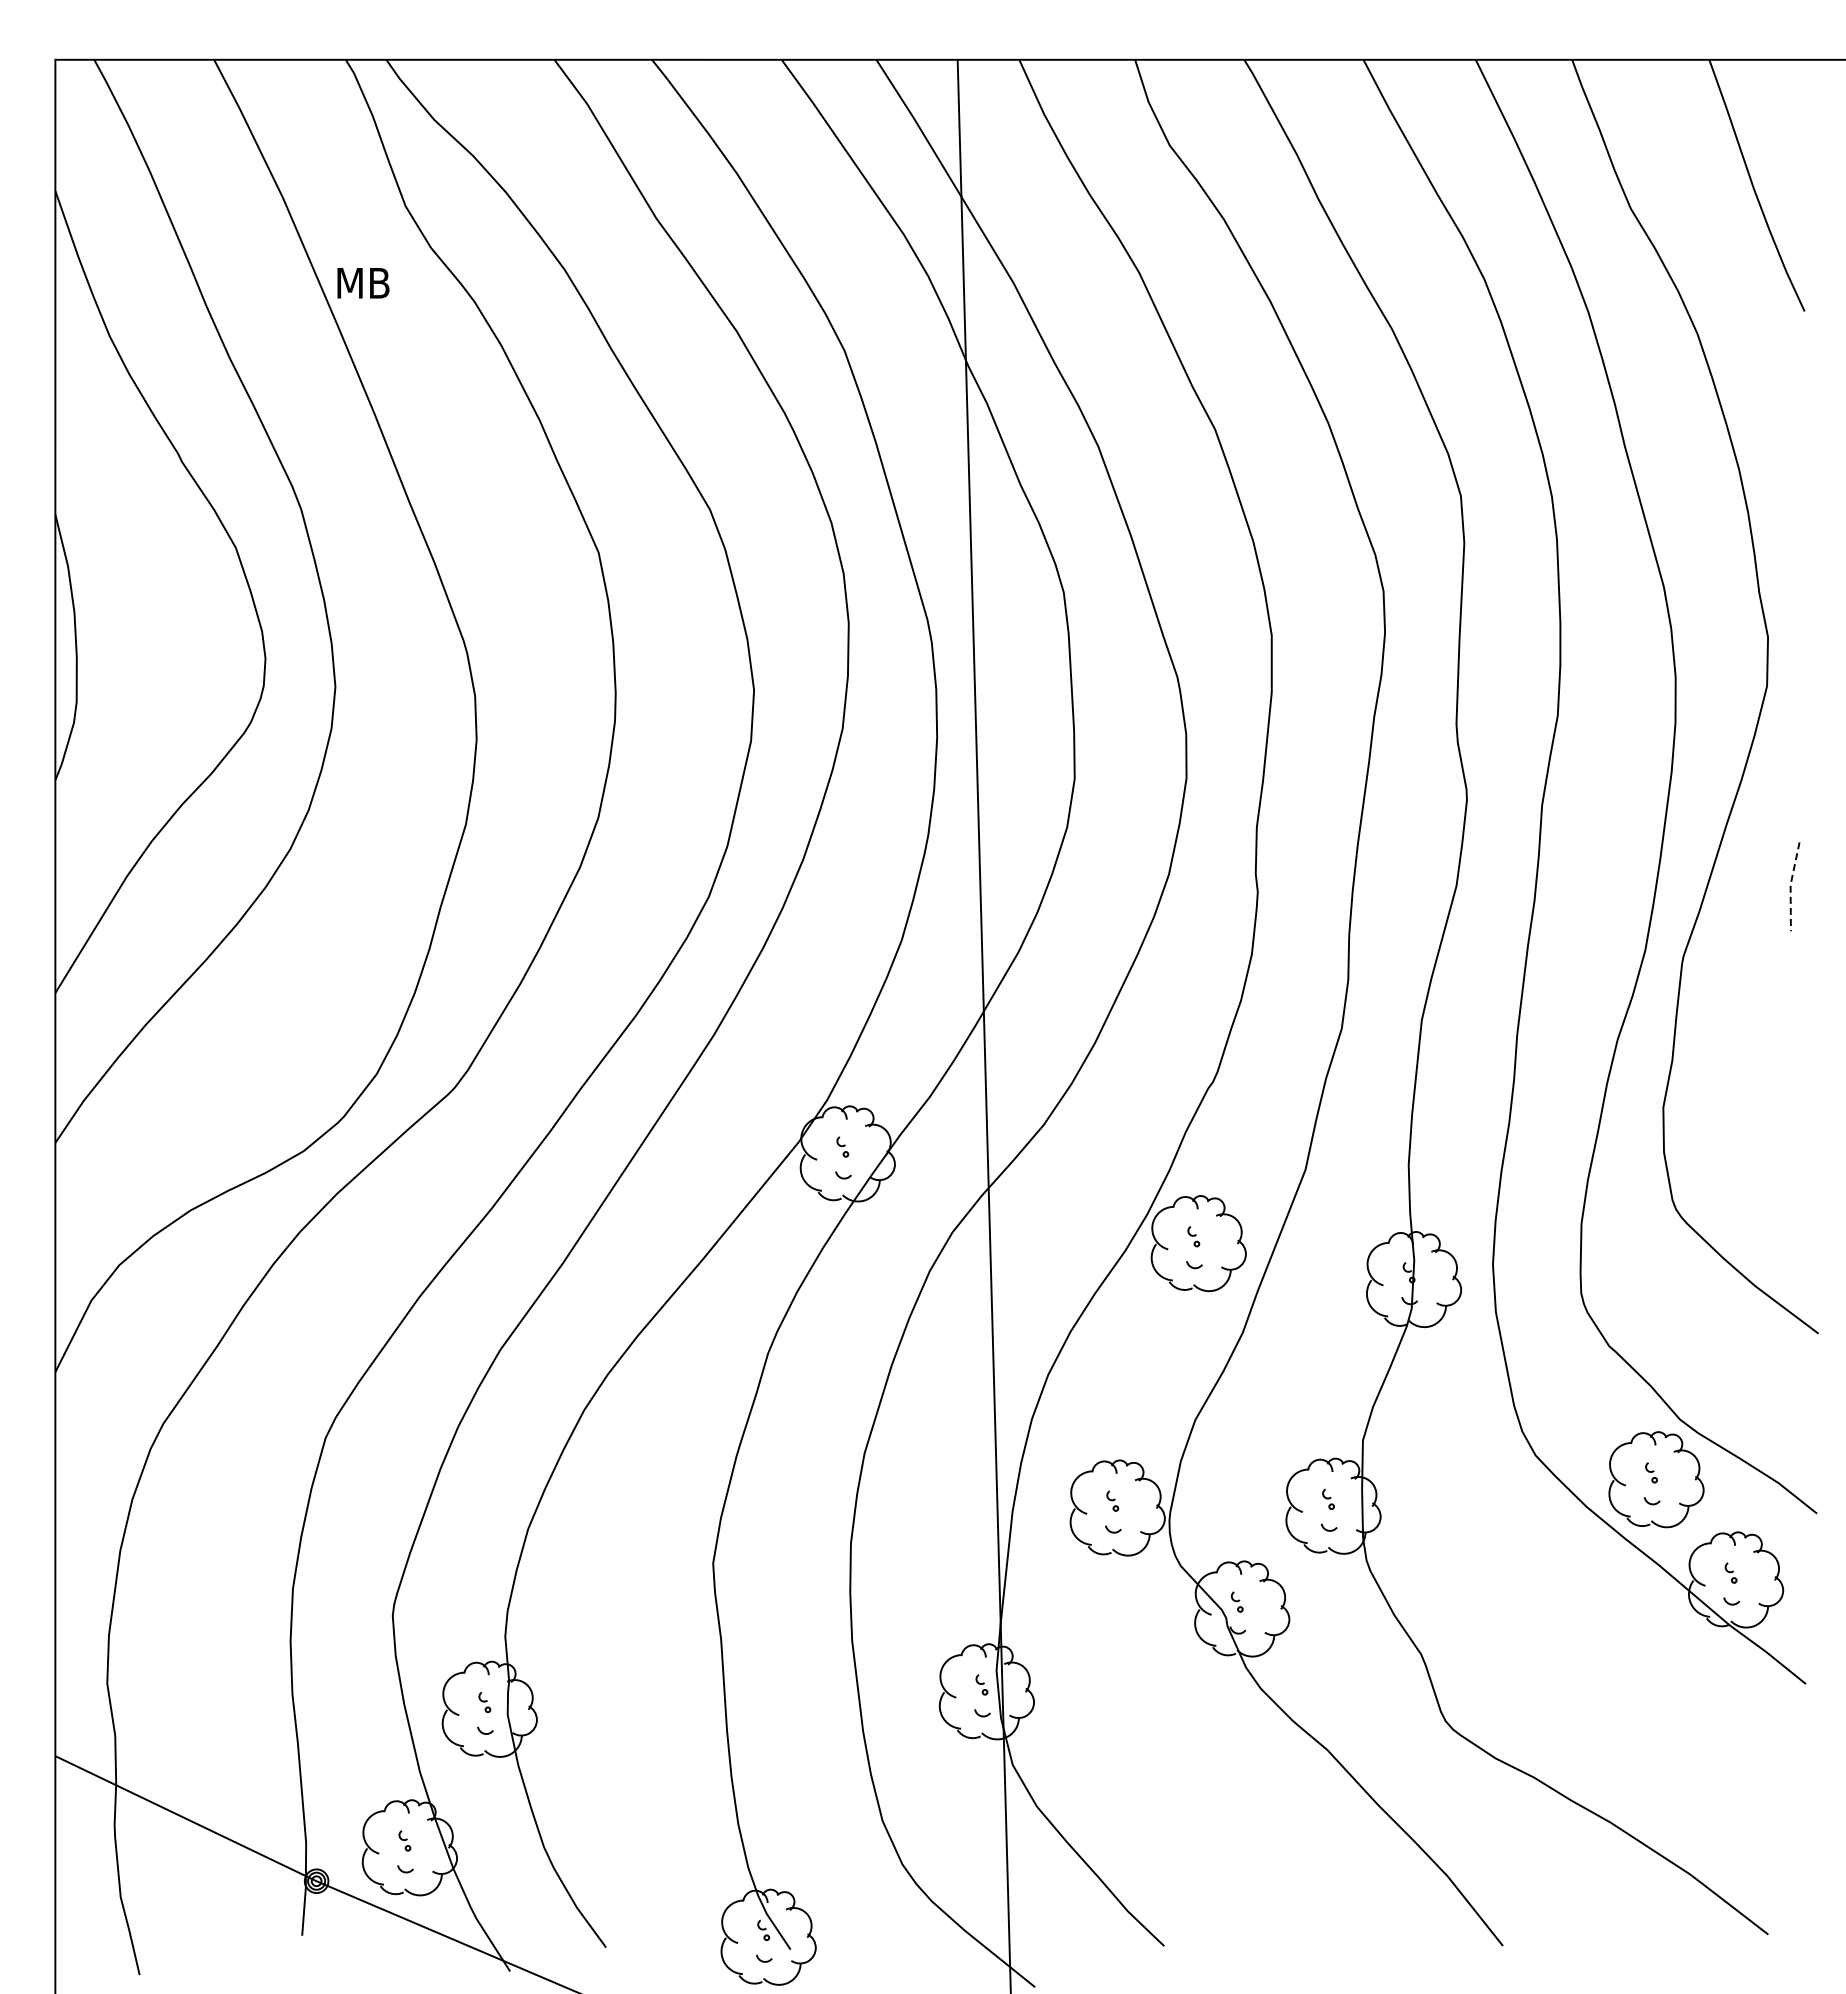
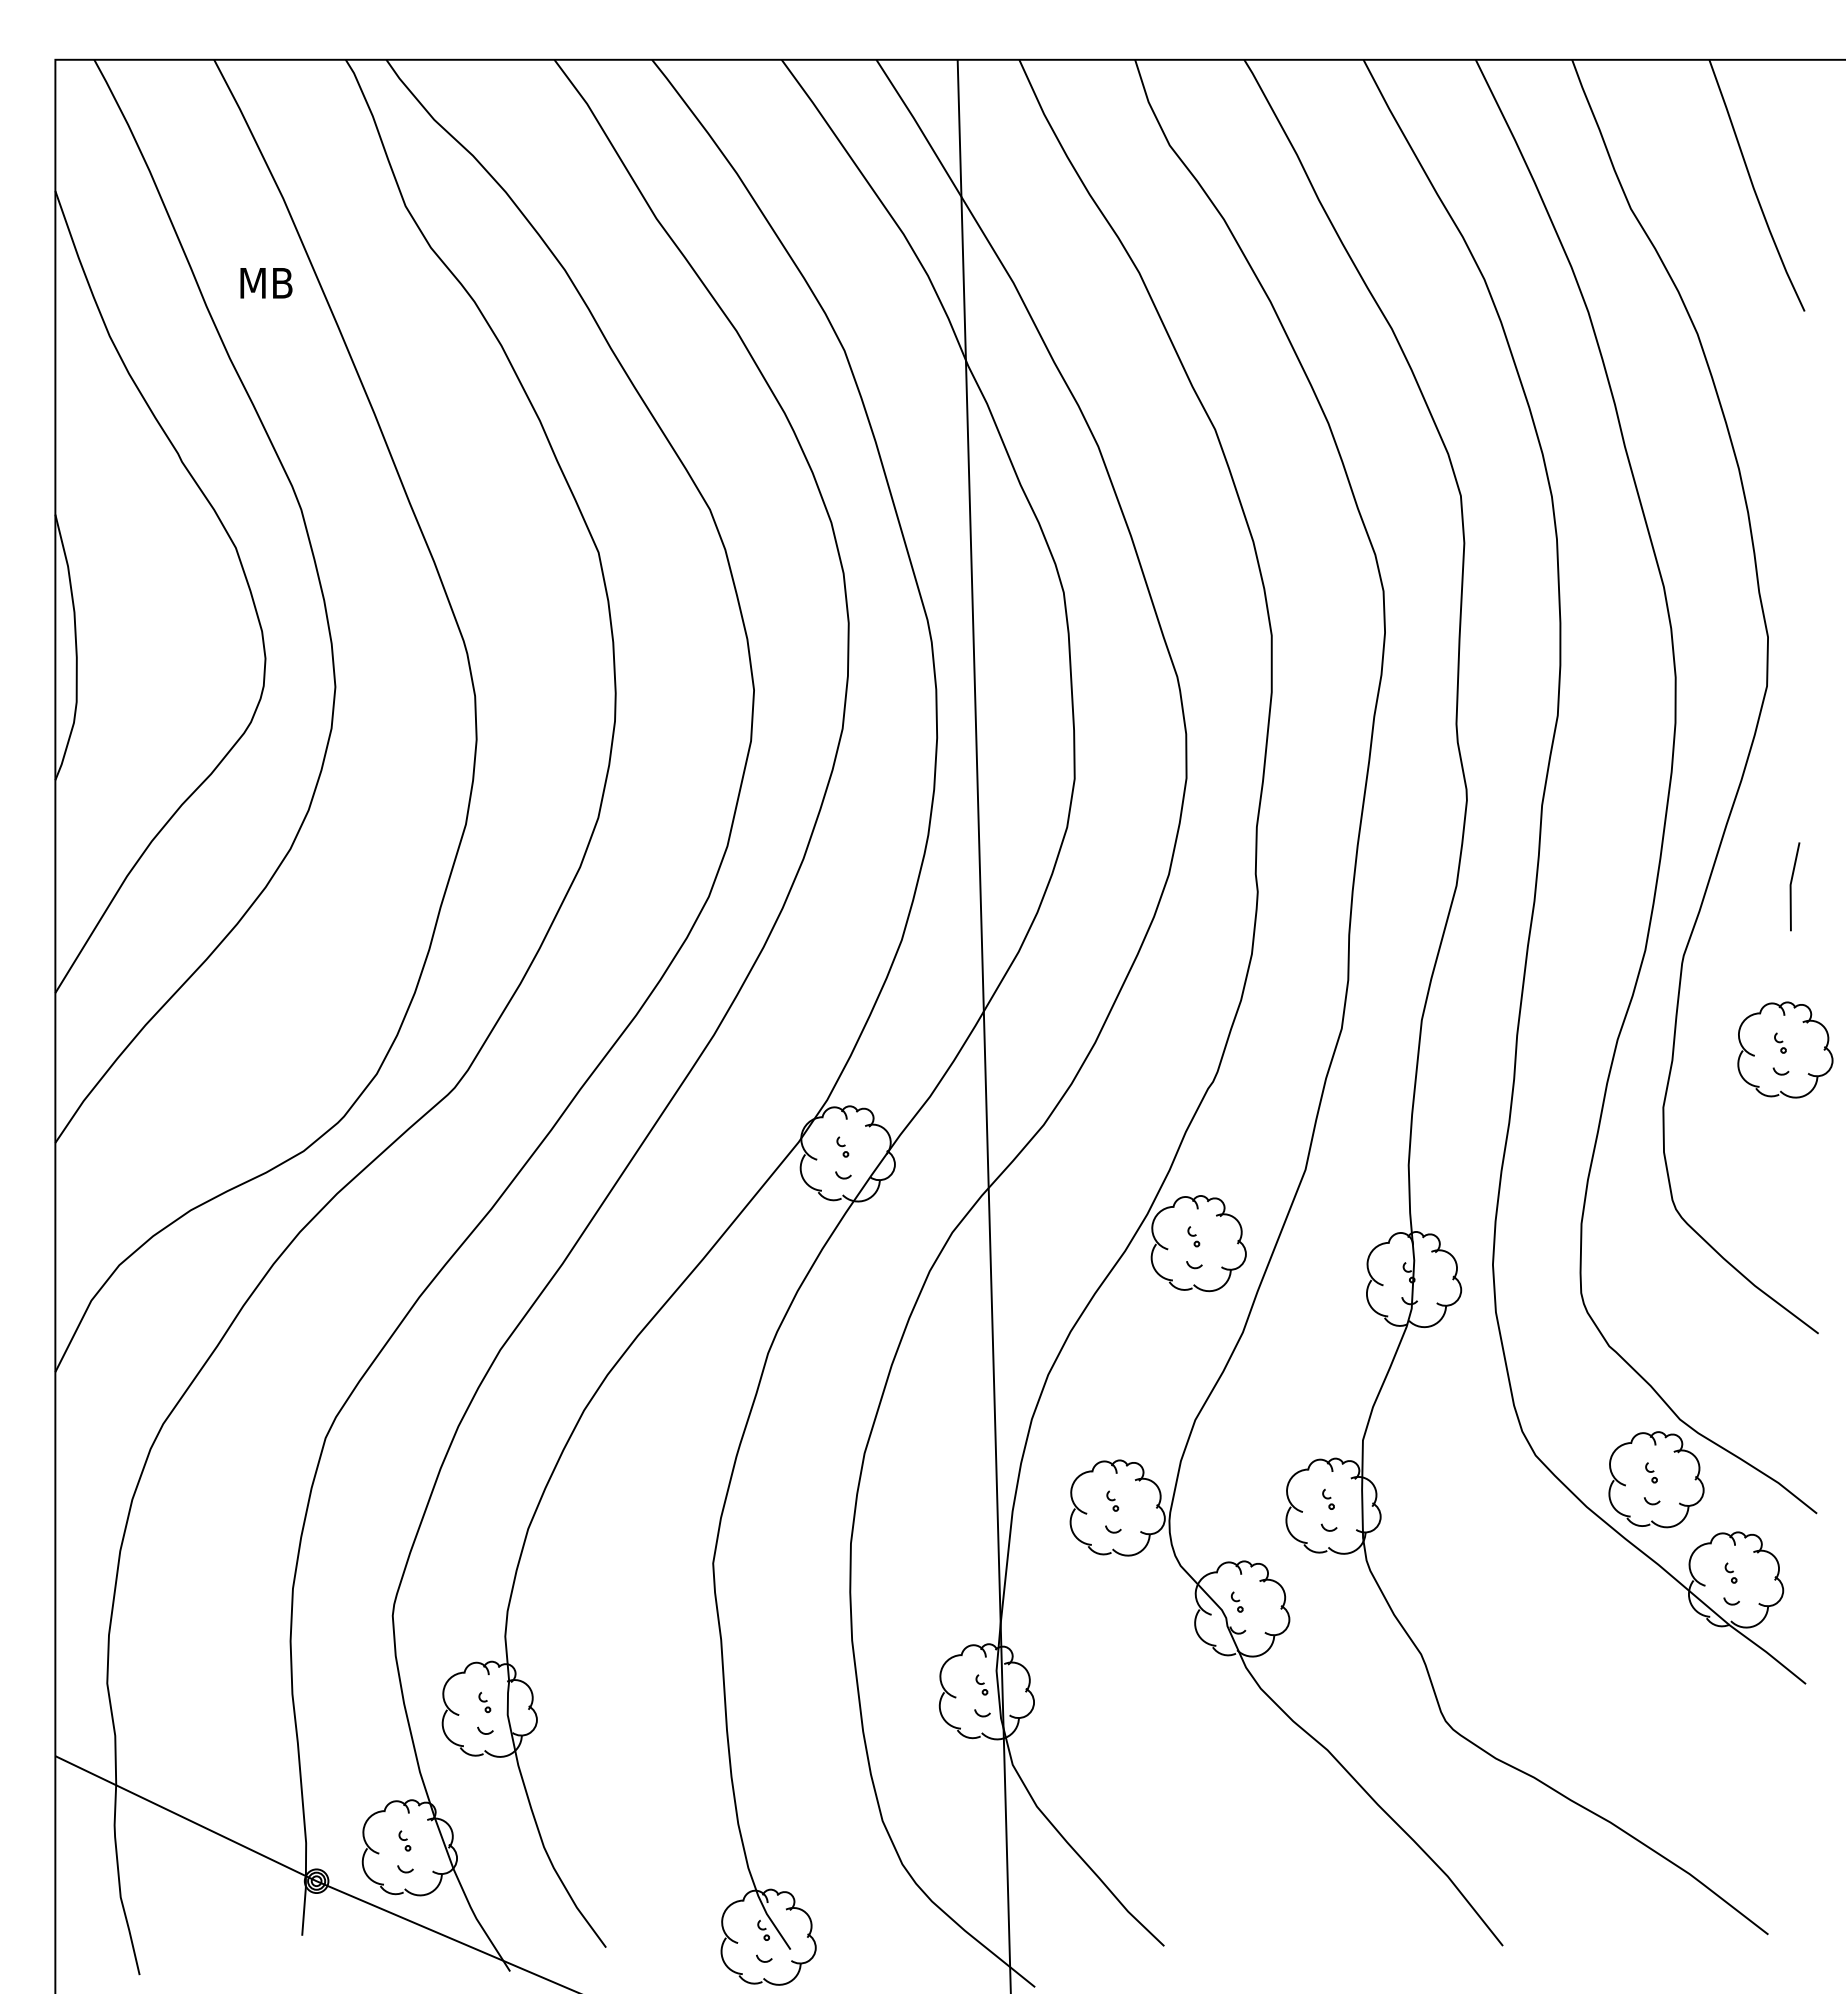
text at (363, 283) position: (363, 283) -> (266, 283)
line at (1790, 885): dashed -> solid
part at (1785, 1049): none -> present
